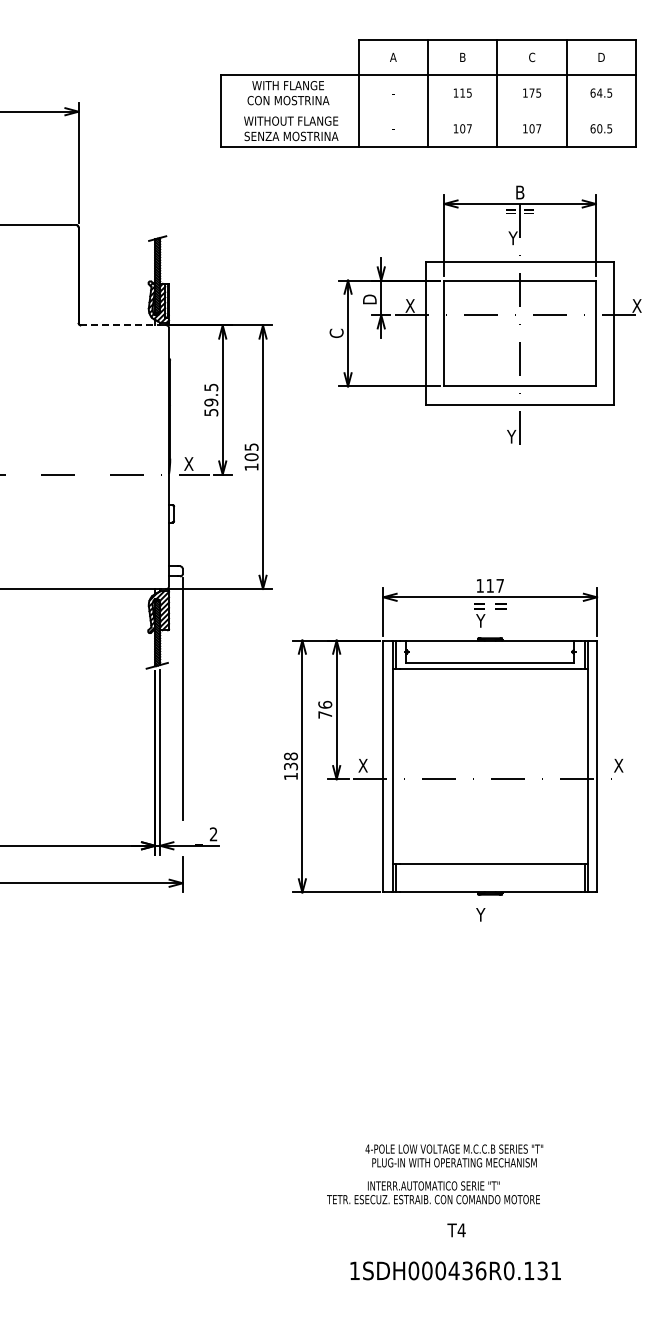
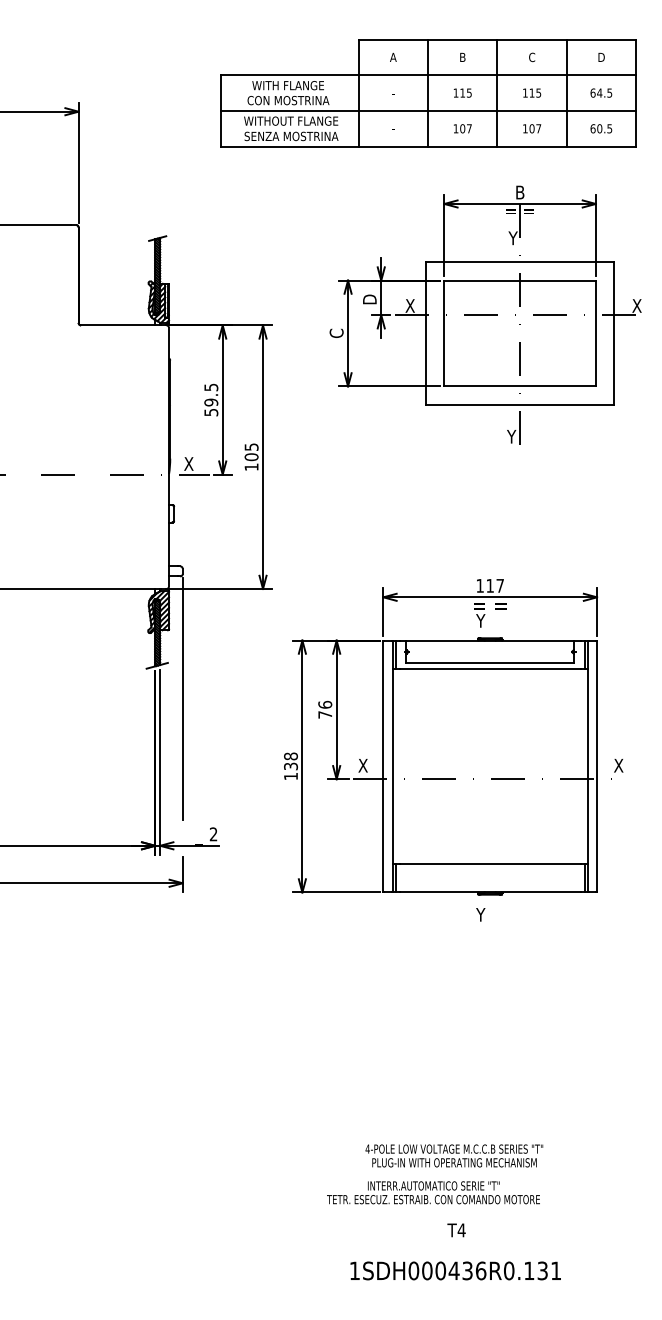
text at (531, 92): 175 -> 115
line at (428, 110): none -> present
line at (120, 325): dashed -> solid
